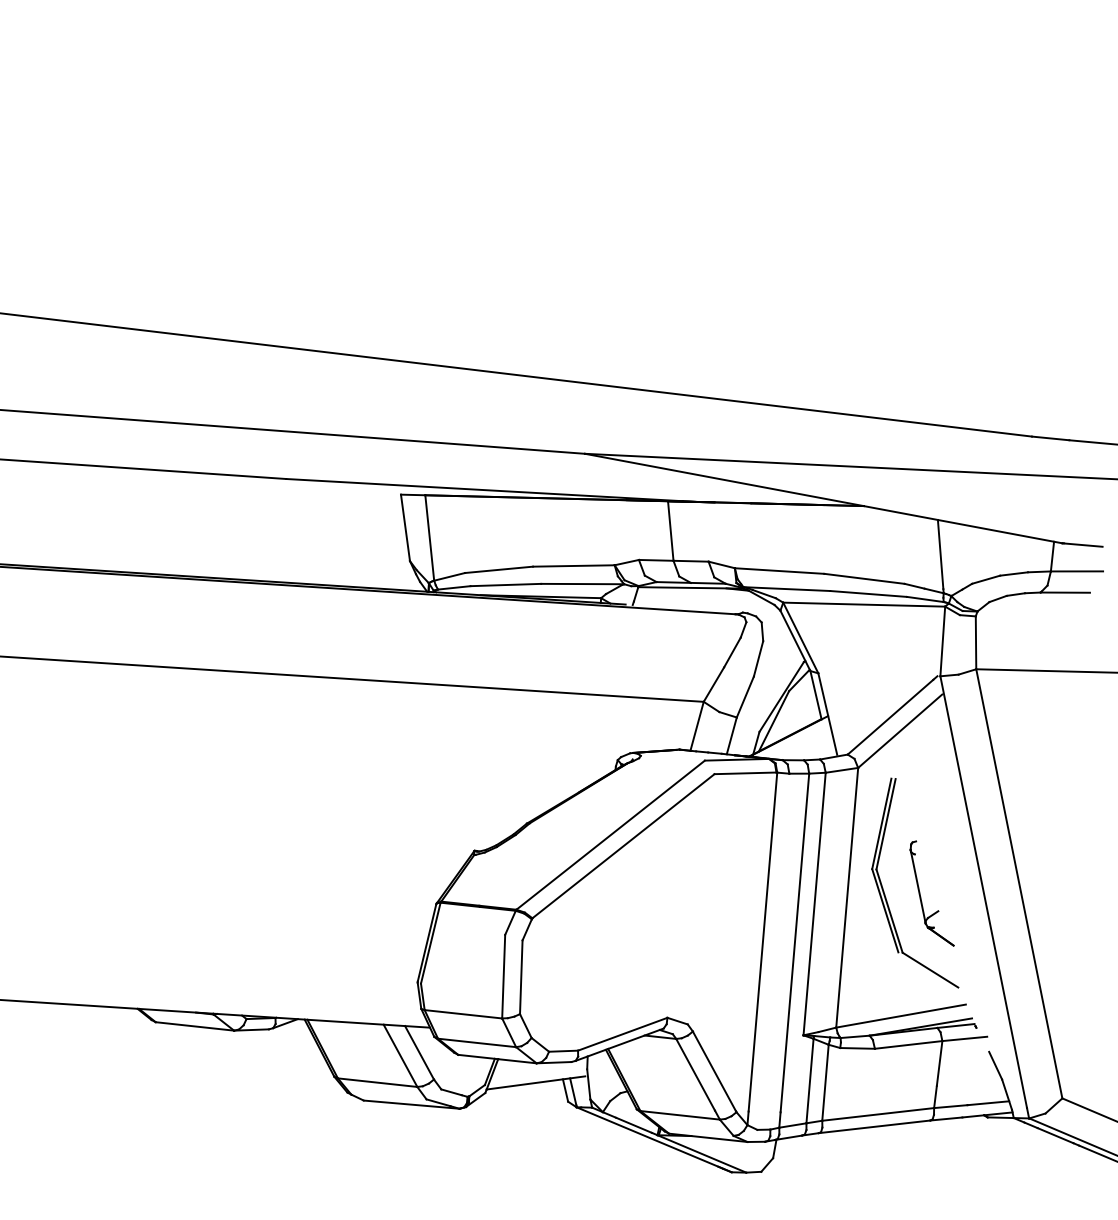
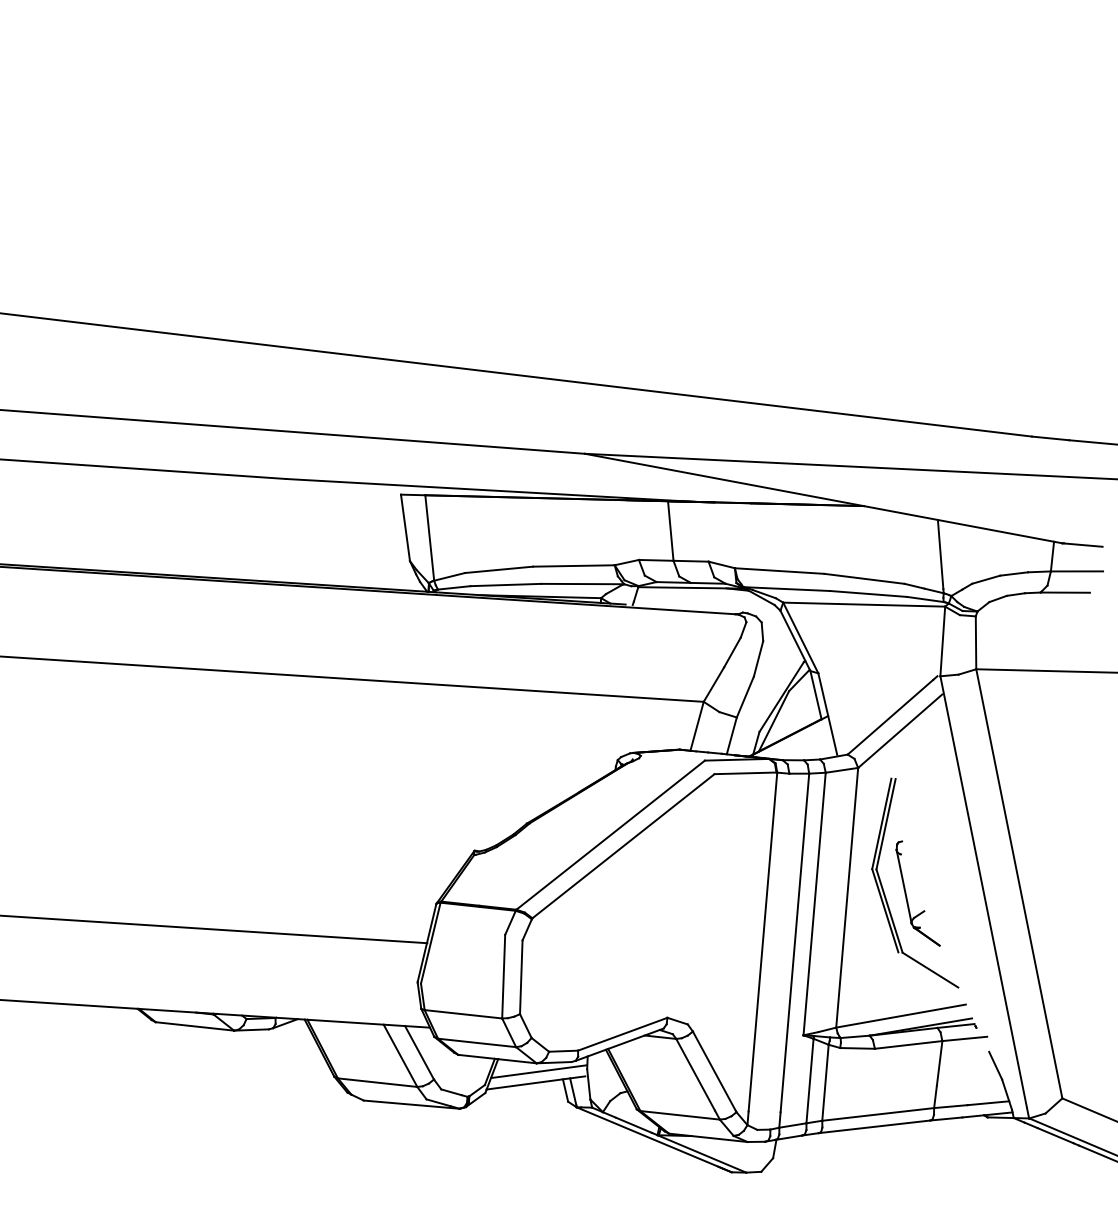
part at (921, 896) position: (921, 896) -> (907, 896)
line at (214, 929): none -> present
line at (538, 1071): none -> present
